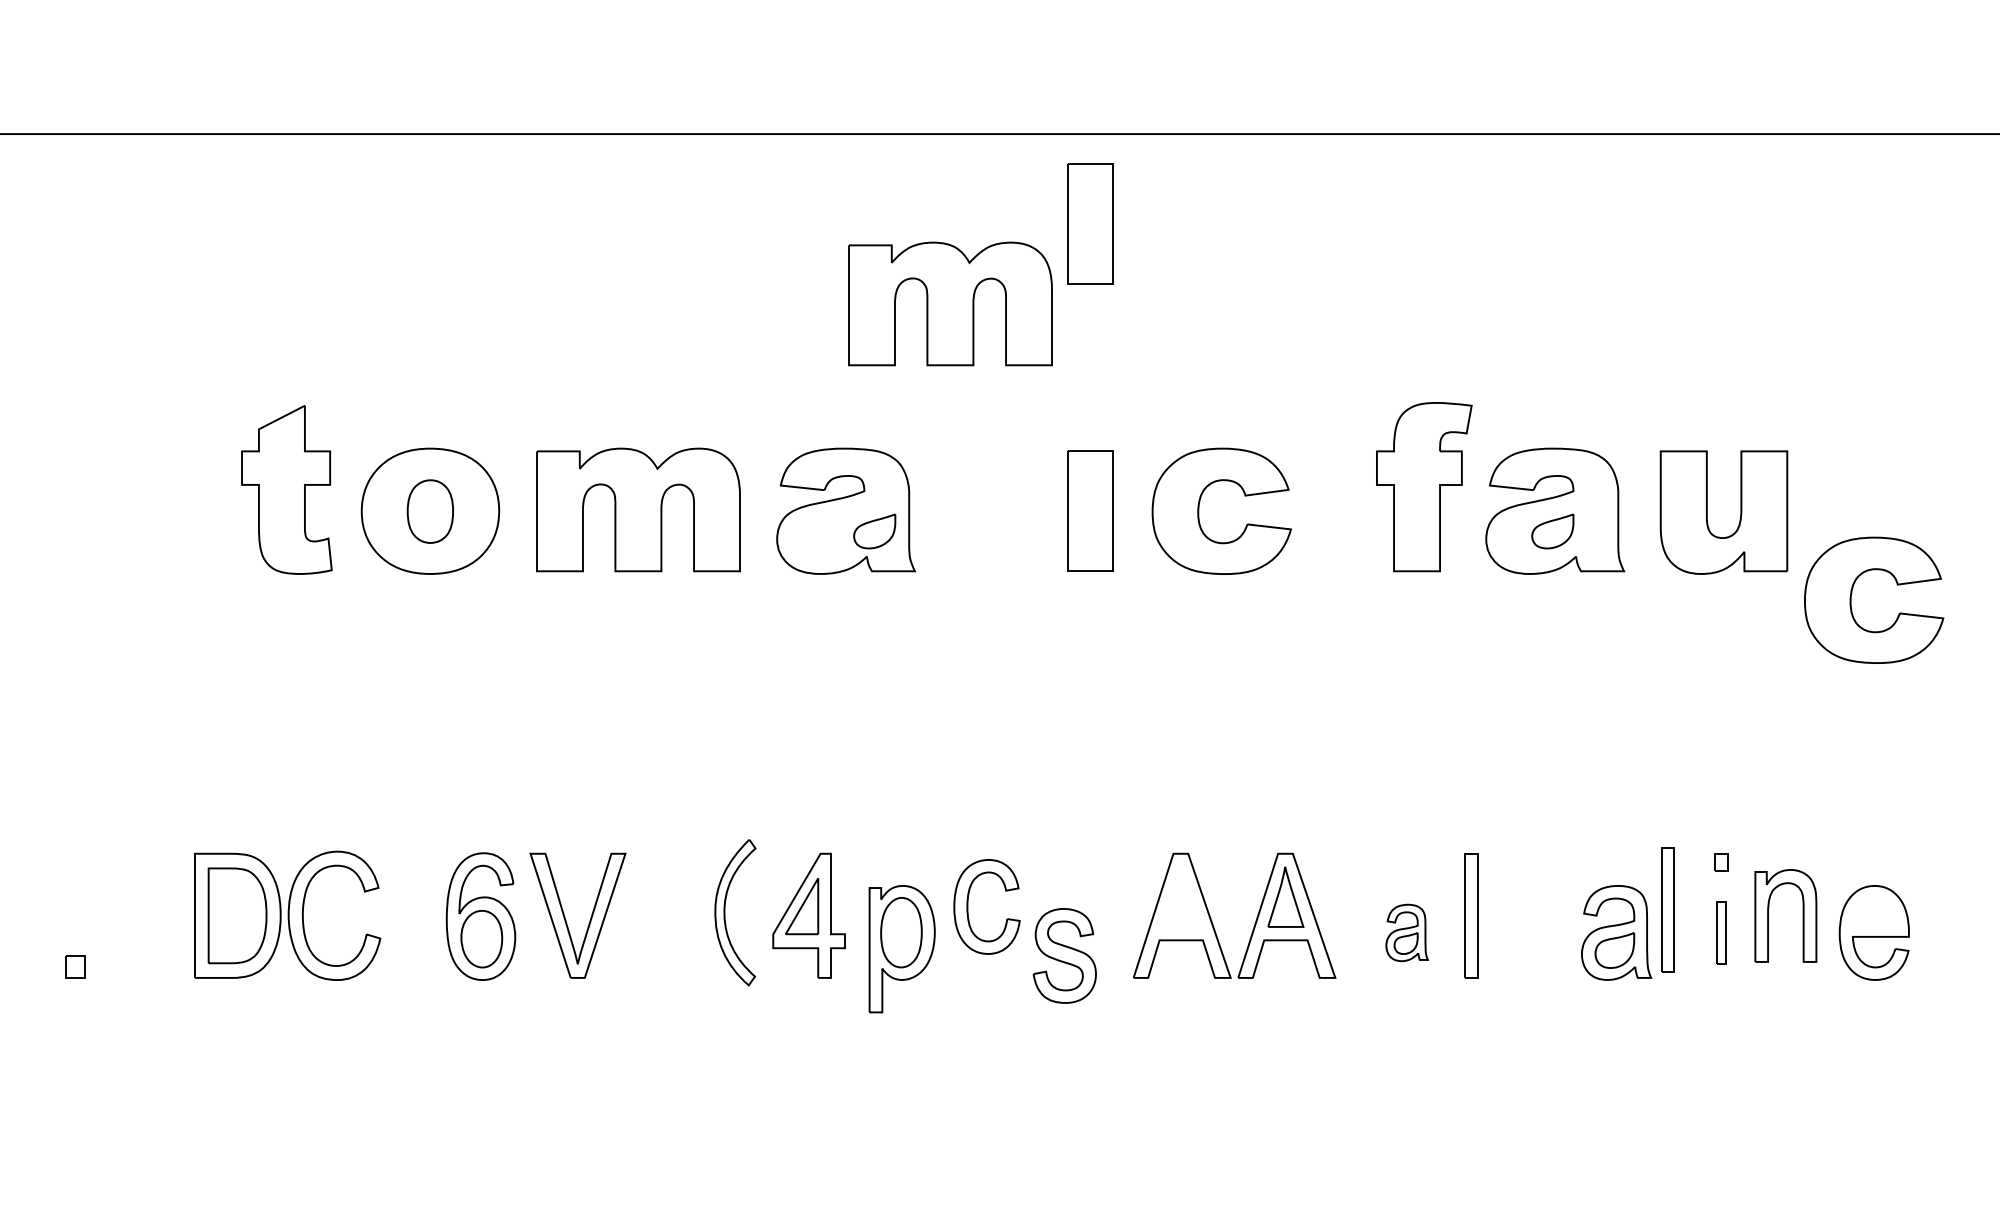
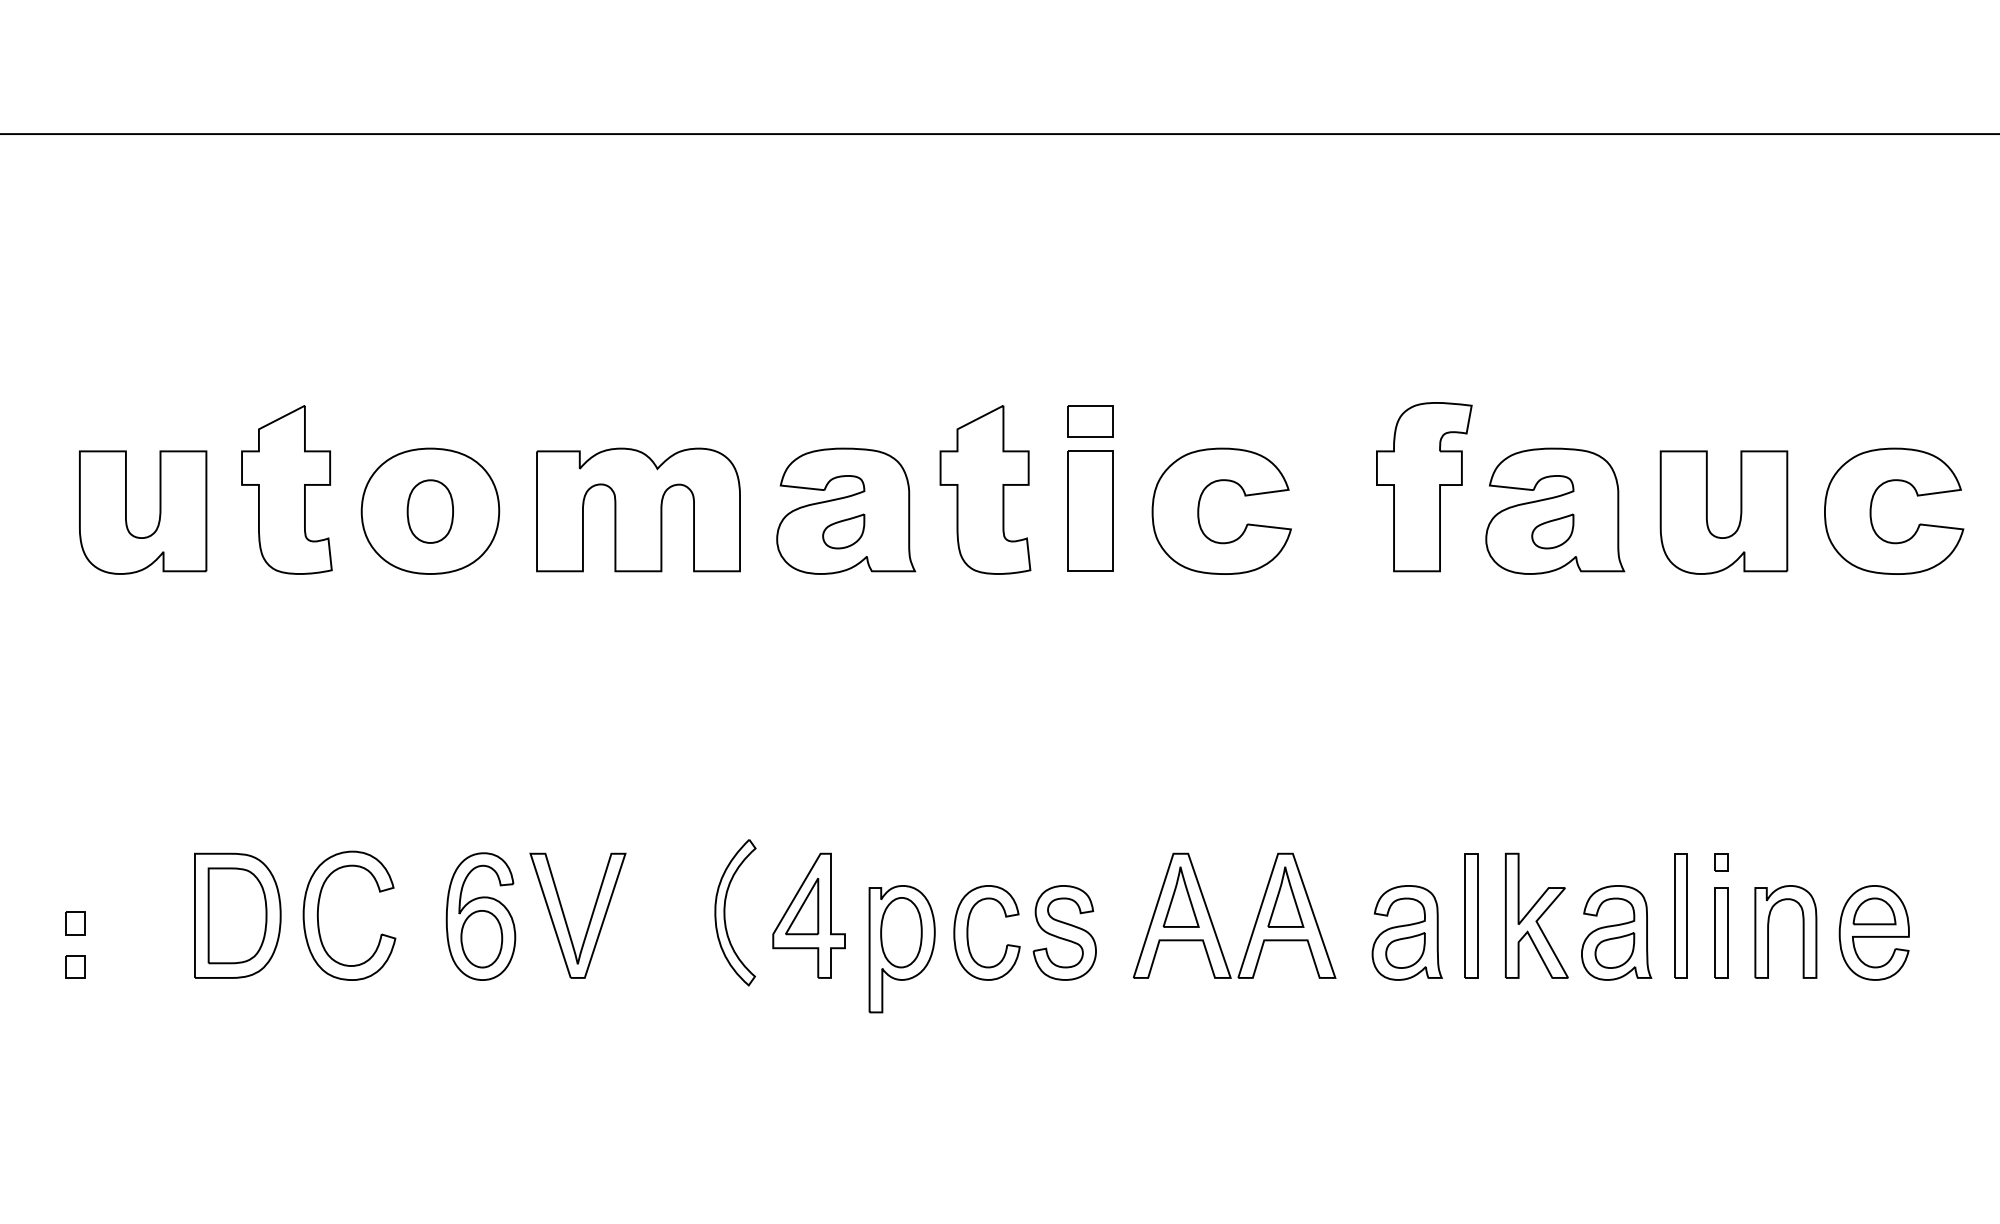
part at (1090, 223): present -> none
part at (950, 303): present -> none
part at (1090, 421): none -> present
part at (985, 489): none -> present
part at (159, 512): none -> present
part at (874, 531) position: (874, 531) -> (843, 531)
part at (1852, 593) position: (1852, 593) -> (1872, 504)
part at (1180, 896): none -> present
part at (968, 906) position: (968, 906) -> (968, 932)
part at (1667, 909) position: (1667, 909) -> (1680, 915)
part at (1874, 911): none -> present
part at (303, 915) position: (303, 915) -> (318, 915)
part at (1536, 915): none -> present
part at (1768, 915) position: (1768, 915) -> (1768, 931)
part at (75, 923): none -> present
part at (1407, 932) size: 45x60 px -> 72x96 px
part at (1721, 932) size: 11x64 px -> 15x92 px
part at (1064, 955) position: (1064, 955) -> (1064, 932)
